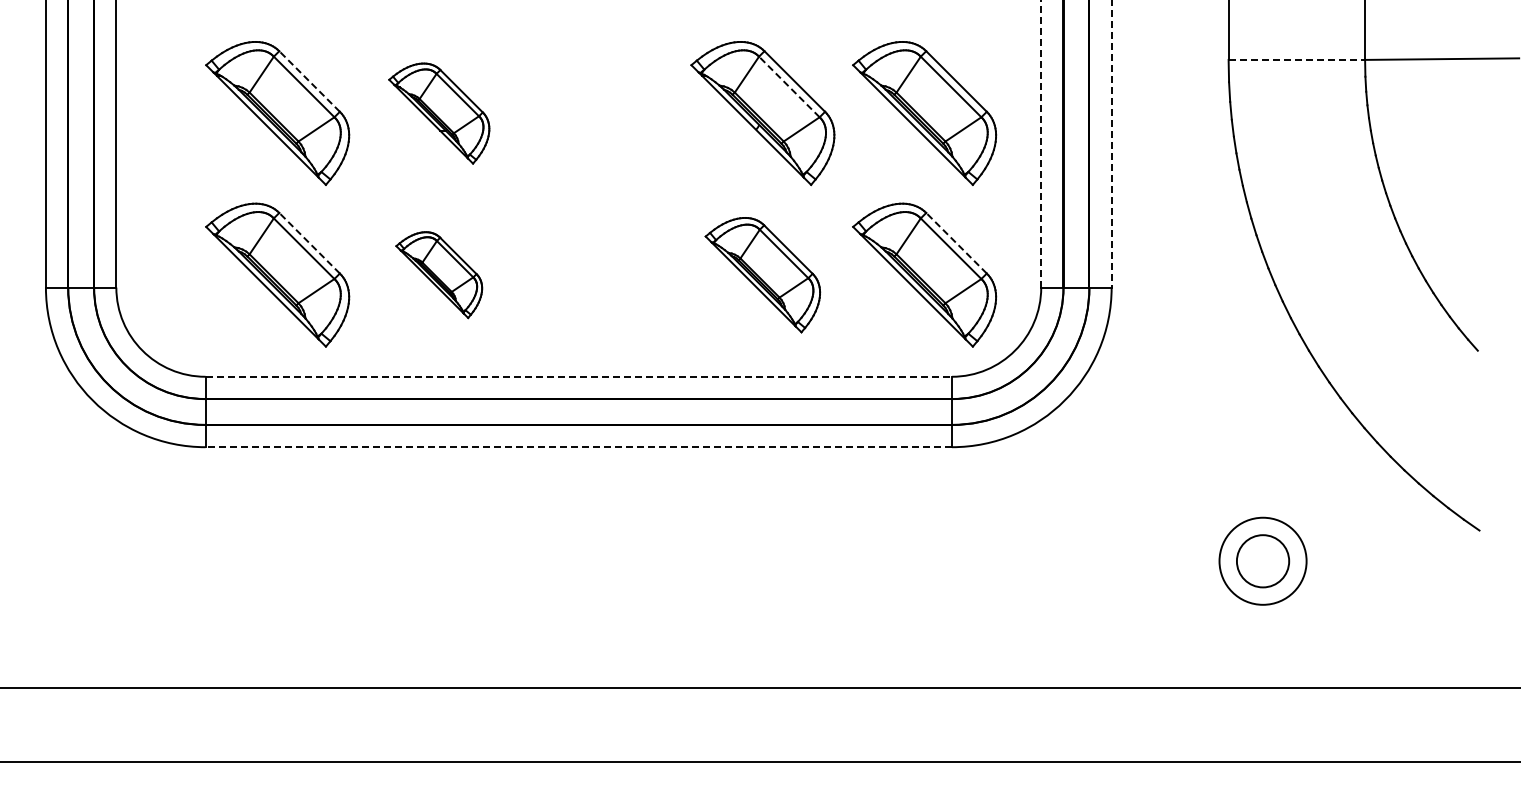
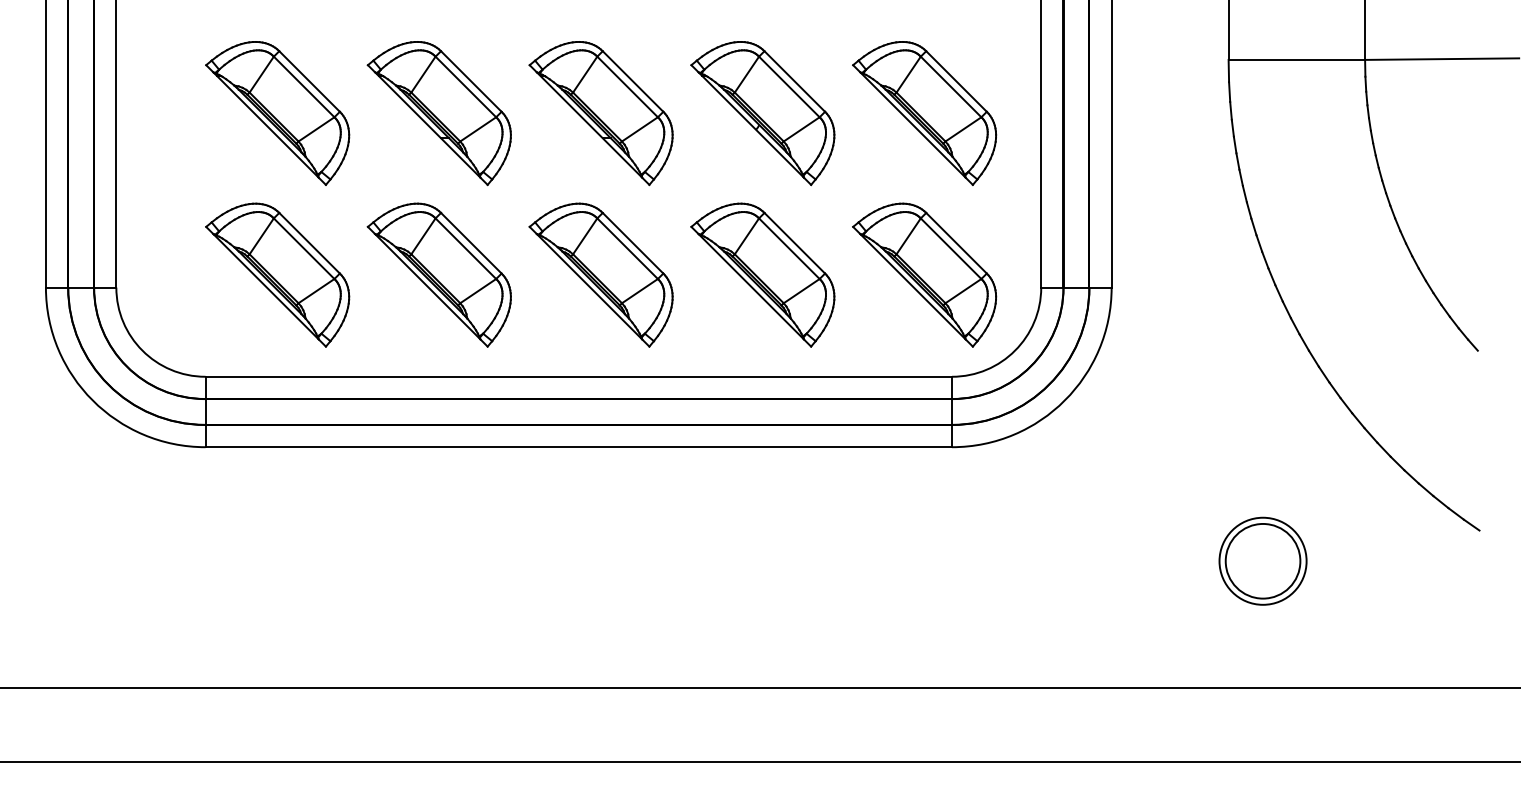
line at (1297, 59): dashed -> solid
line at (309, 81): dashed -> solid
line at (789, 86): dashed -> solid
part at (439, 113) size: 103x103 px -> 146x146 px
part at (600, 113): none -> present
line at (1041, 143): dashed -> solid
line at (1111, 144): dashed -> solid
line at (309, 243): dashed -> solid
line at (956, 243): dashed -> solid
part at (600, 274): none -> present
part at (439, 275) size: 89x89 px -> 146x146 px
part at (762, 275) size: 118x117 px -> 146x146 px
line at (579, 376): dashed -> solid
line at (578, 447): dashed -> solid
circle at (1262, 561) diameter: 52 px -> 75 px
